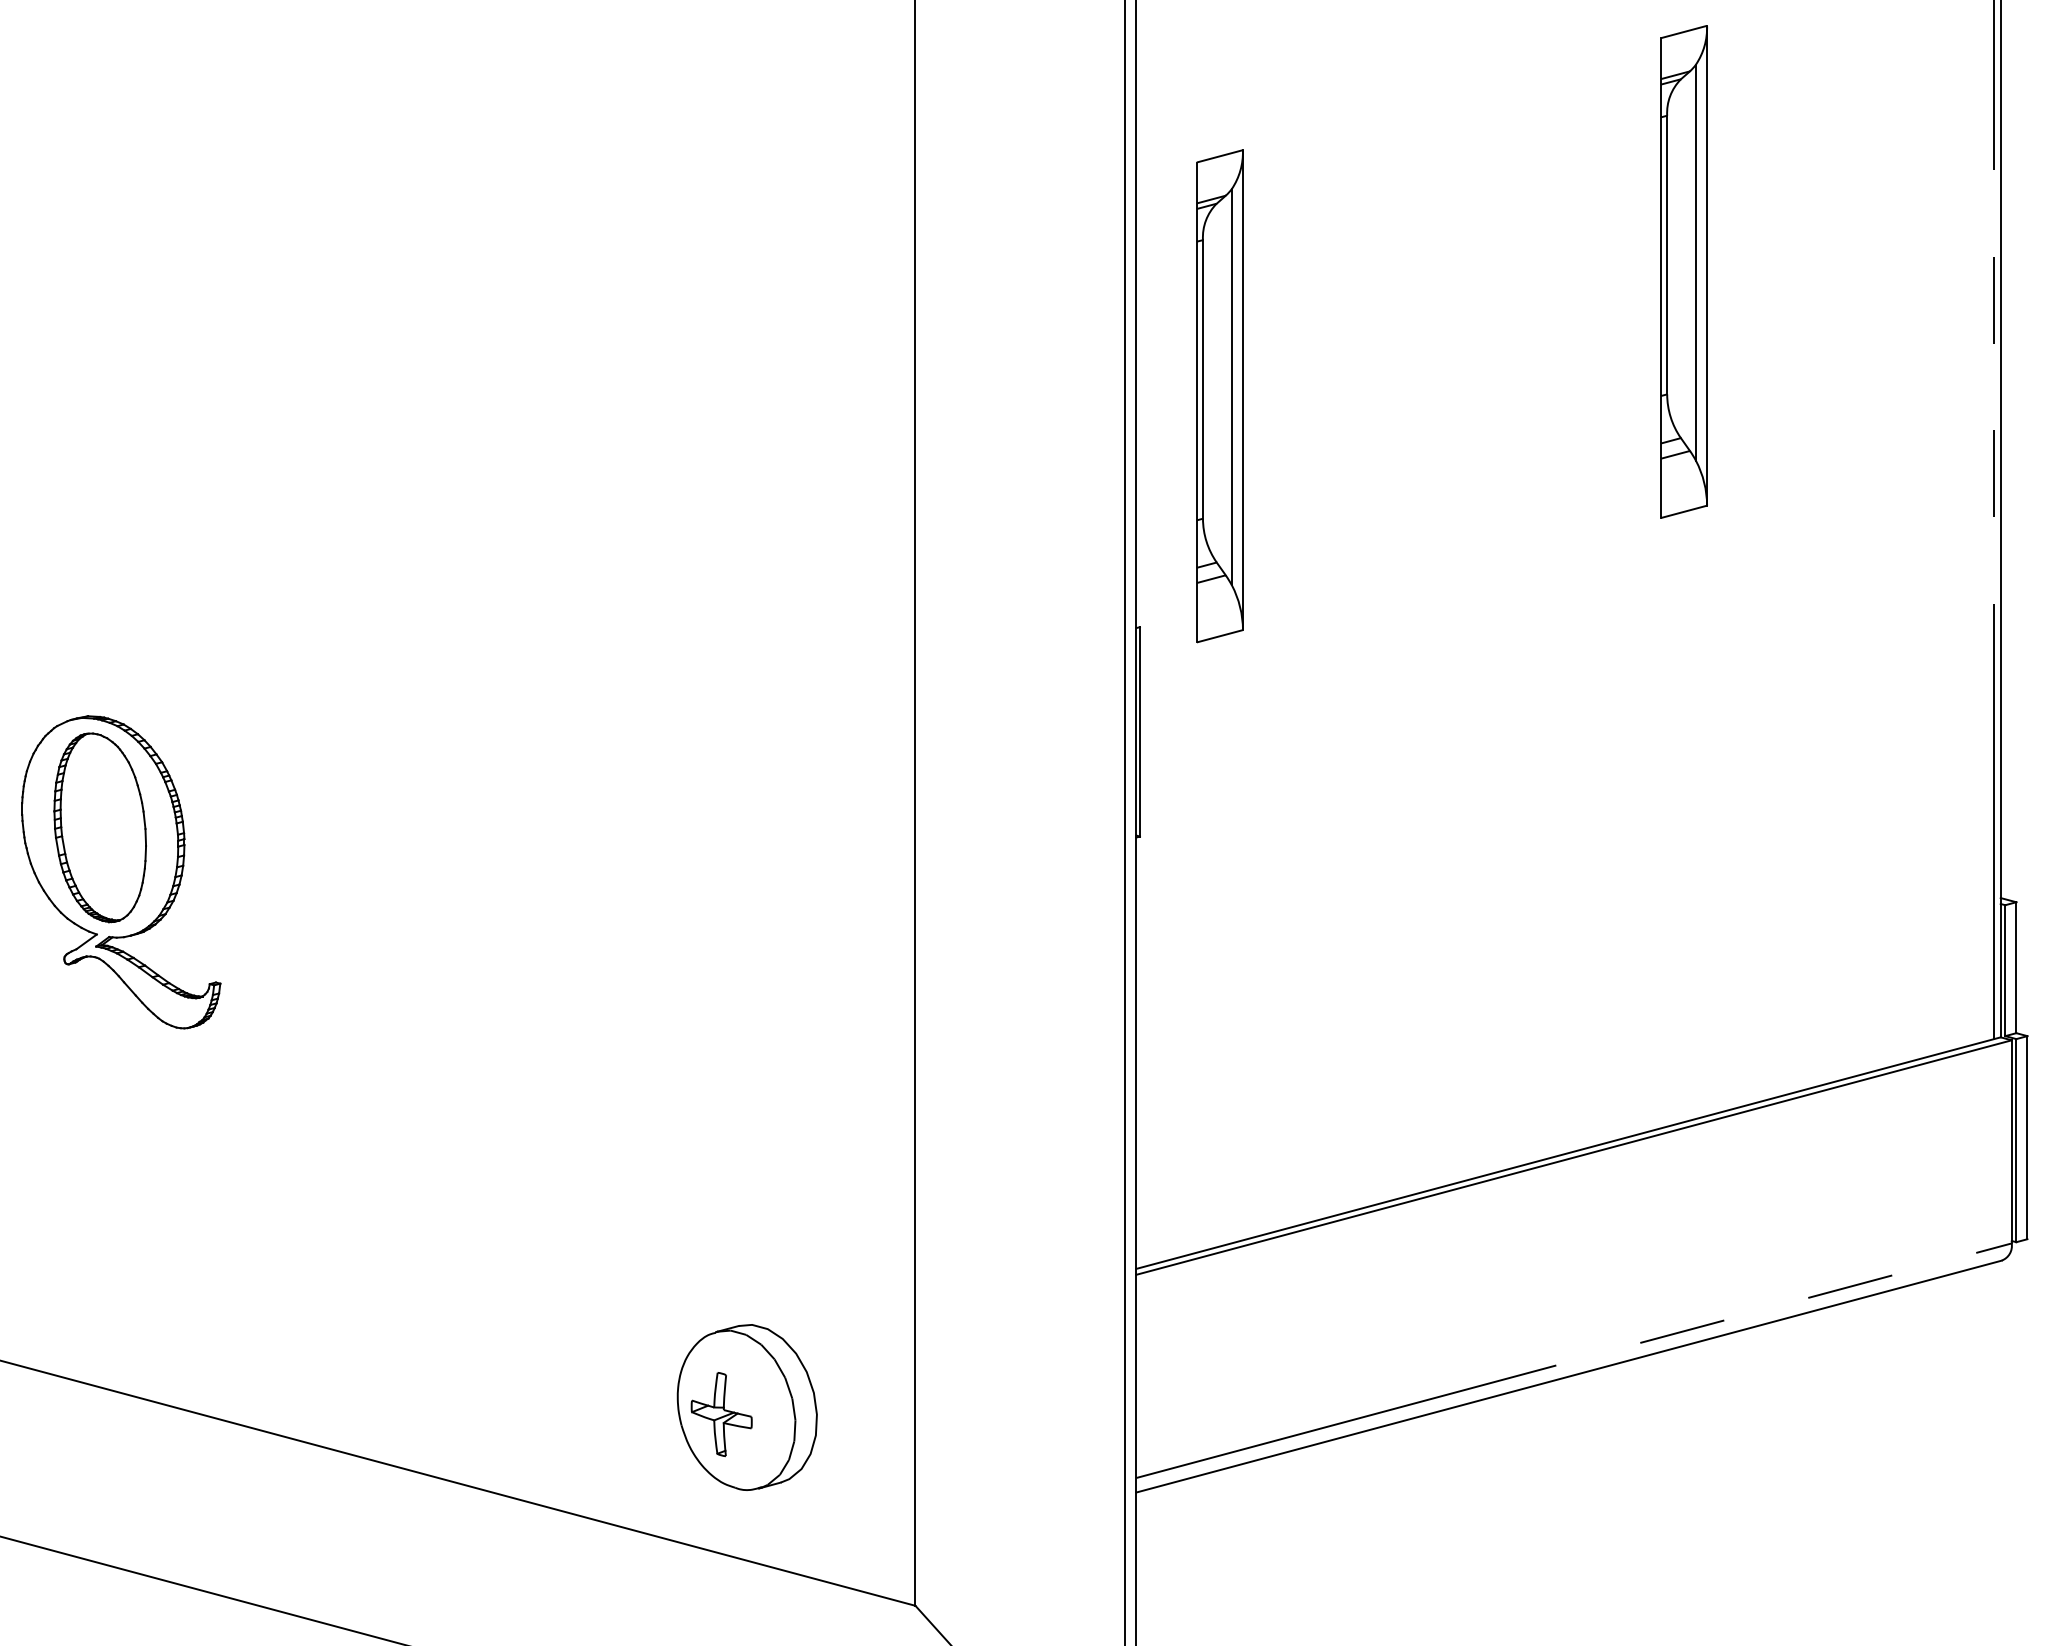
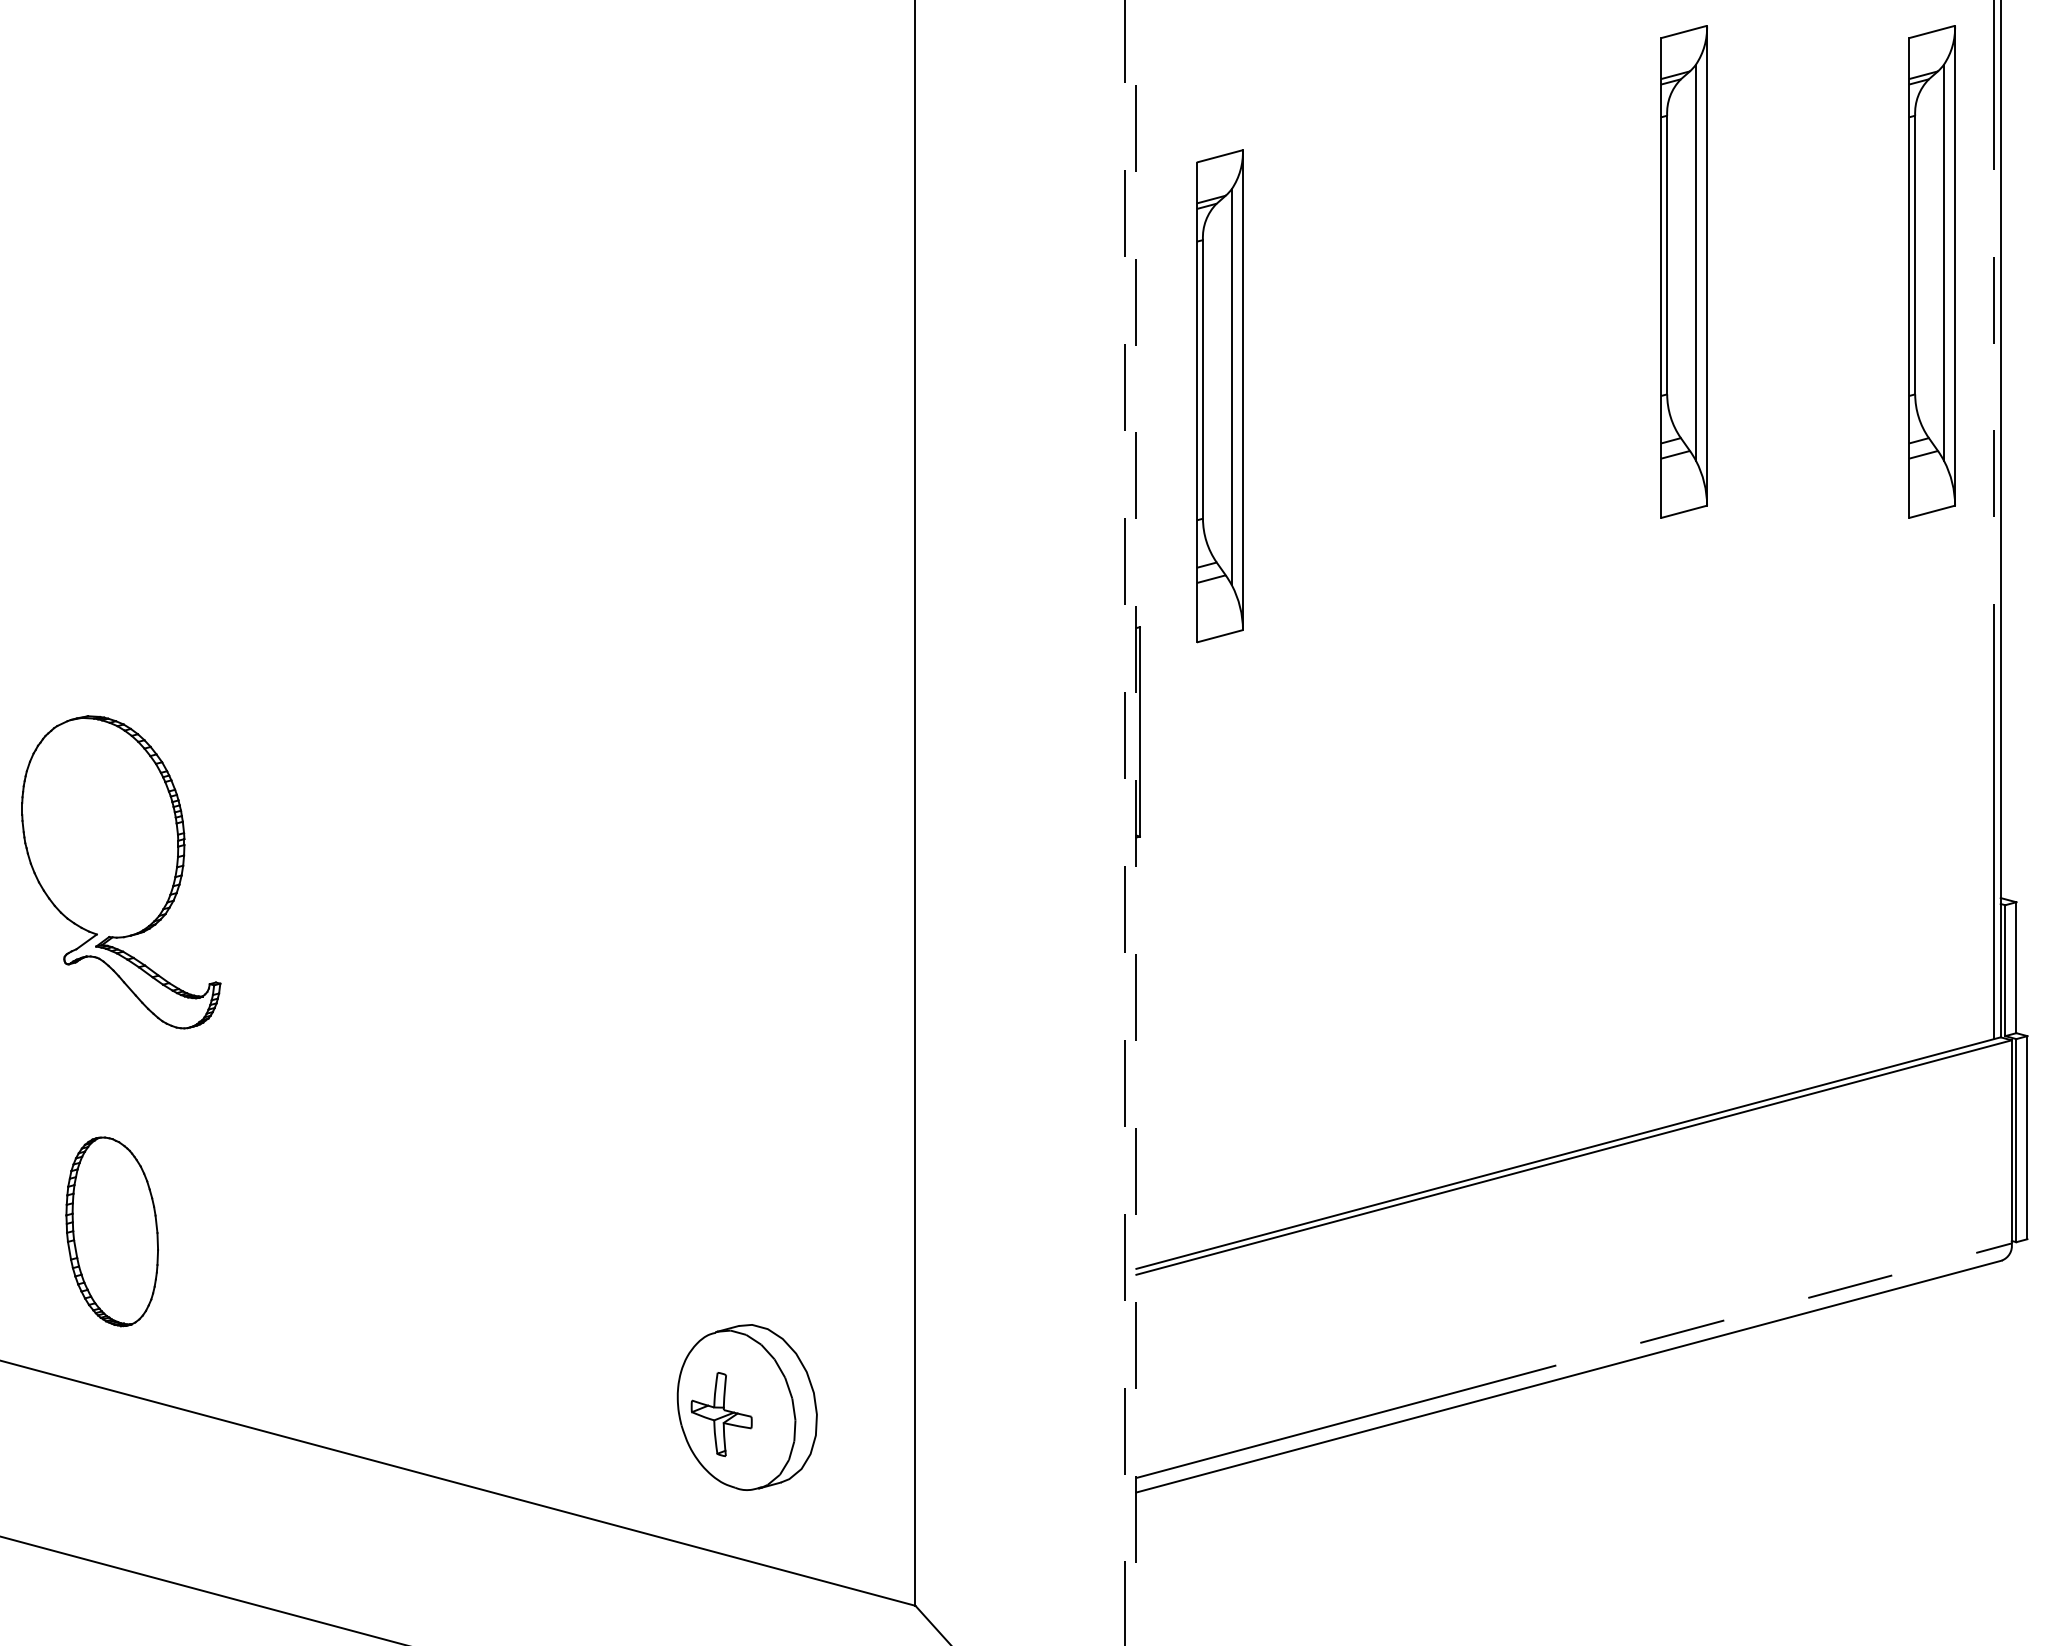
part at (1931, 271): none -> present
line at (1136, 822): solid -> dashed
line at (1124, 823): solid -> dashed
part at (99, 827) position: (99, 827) -> (111, 1231)
